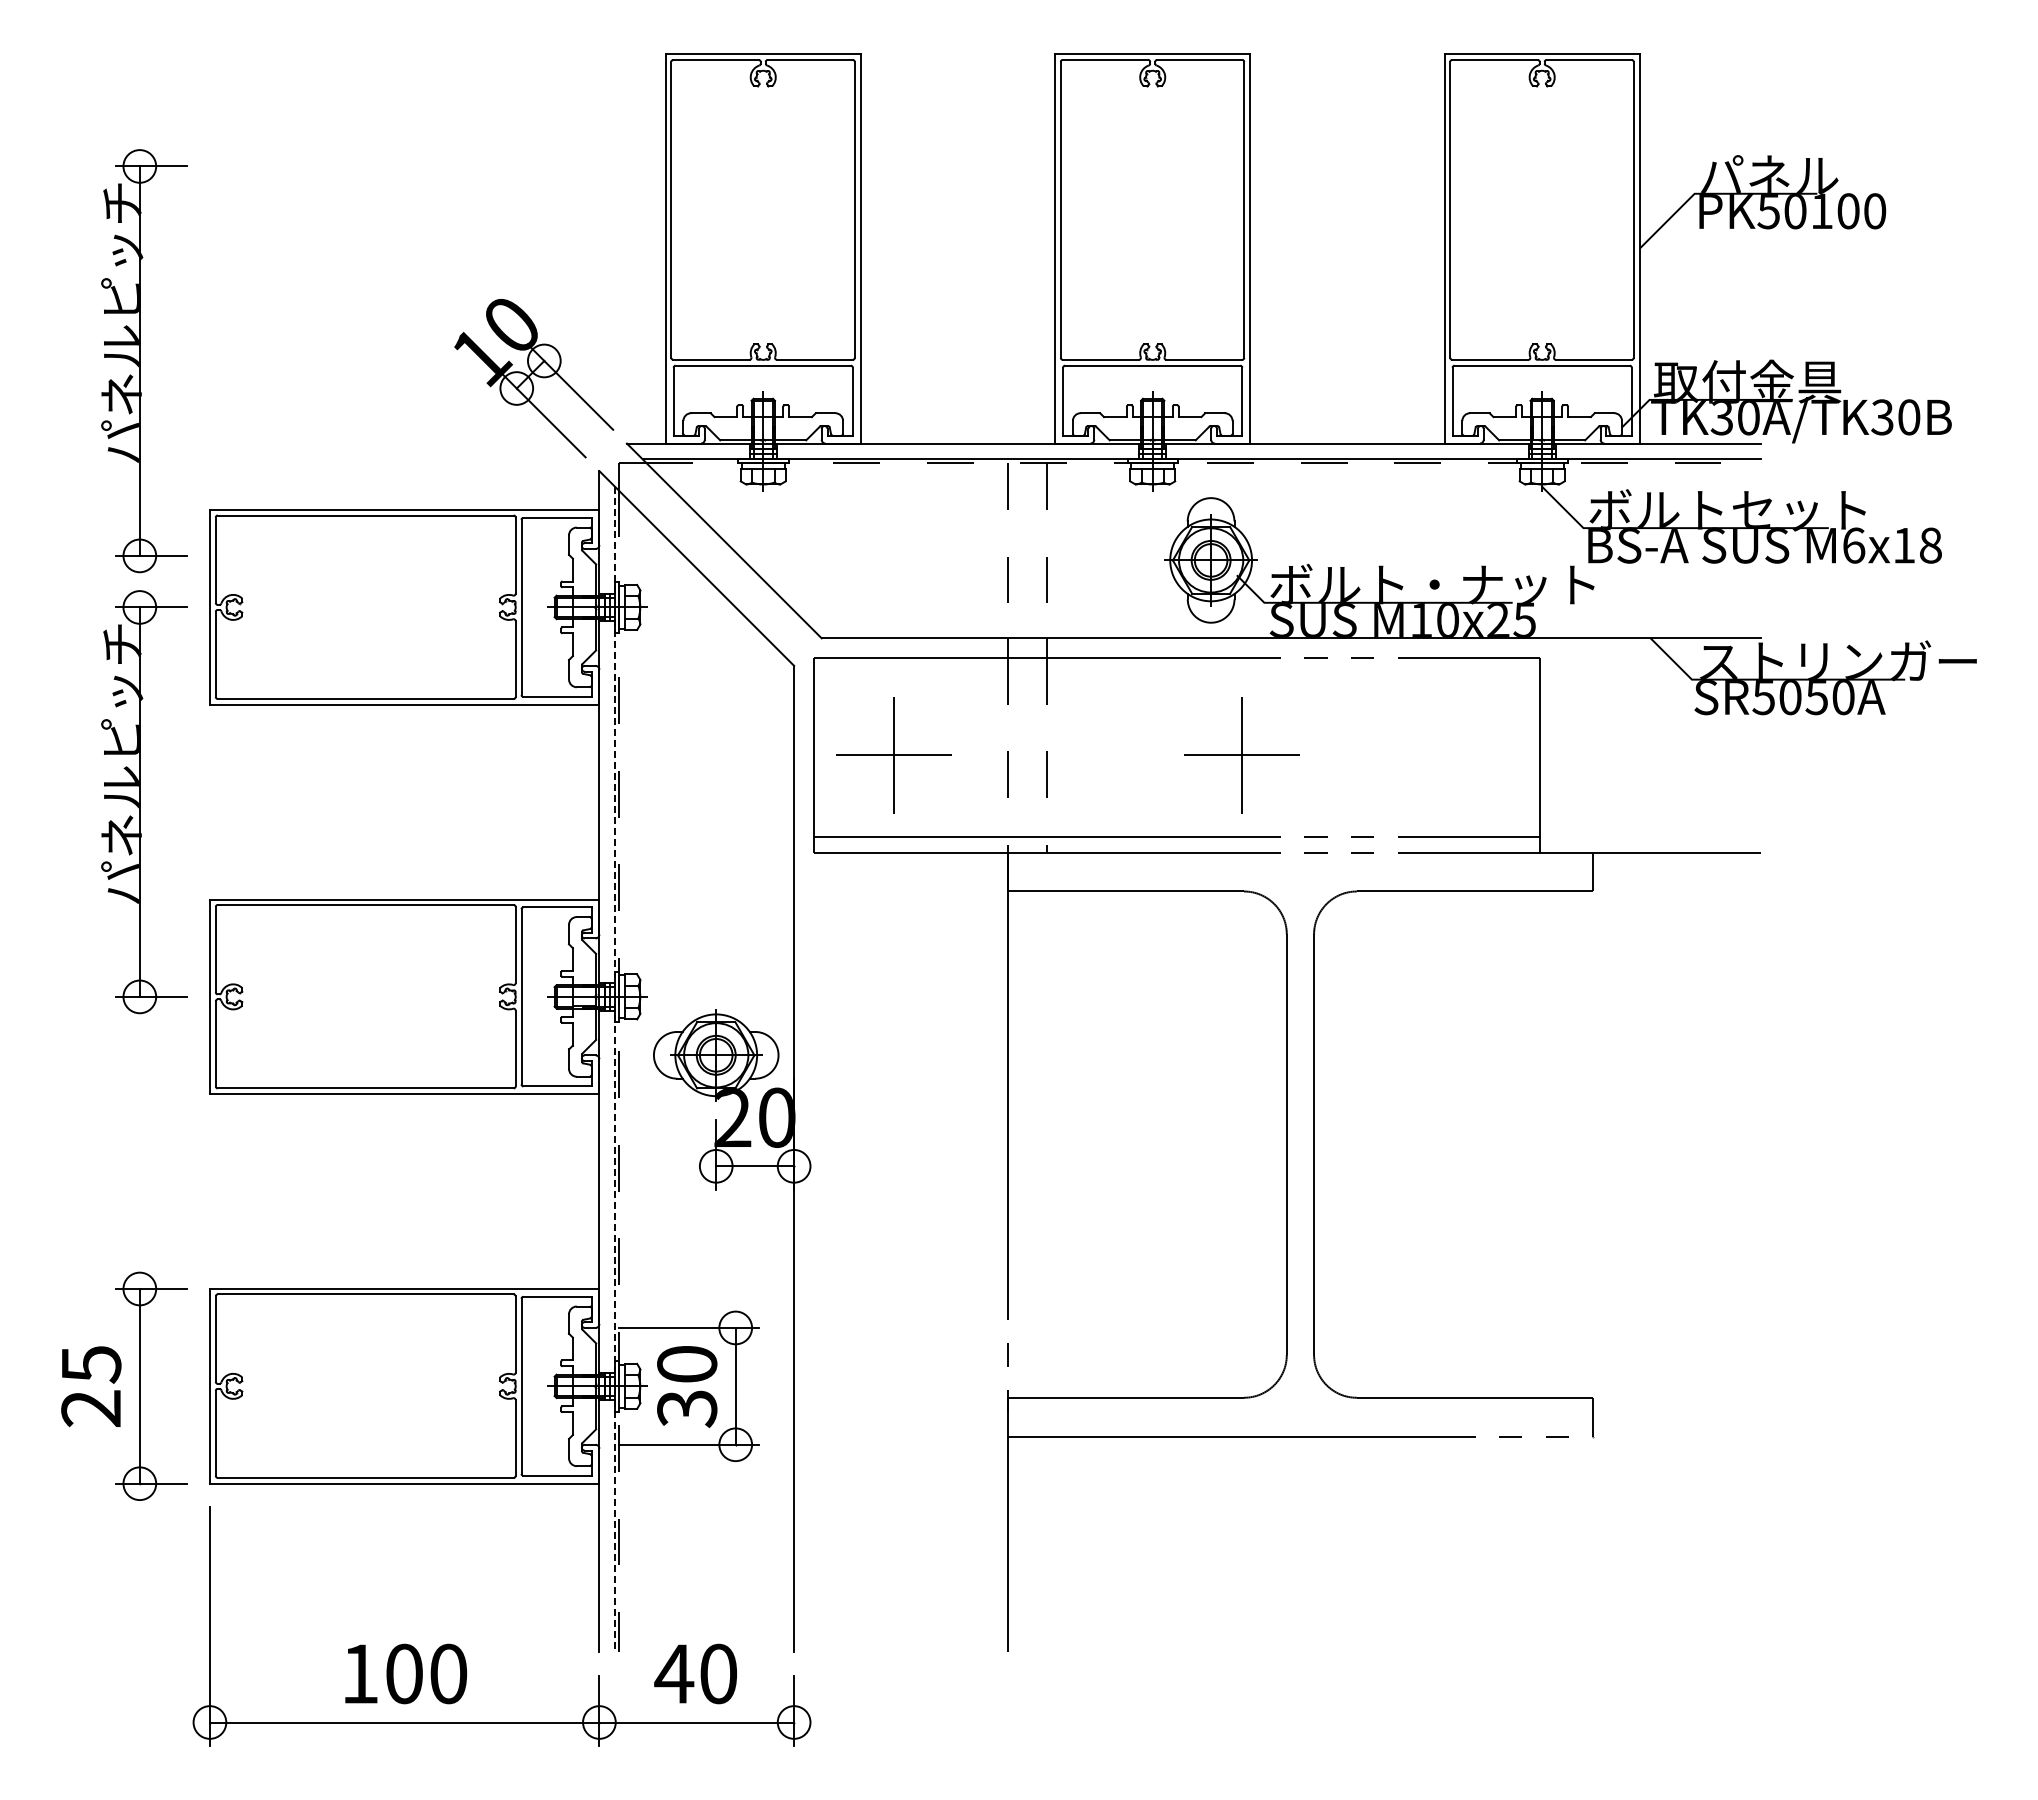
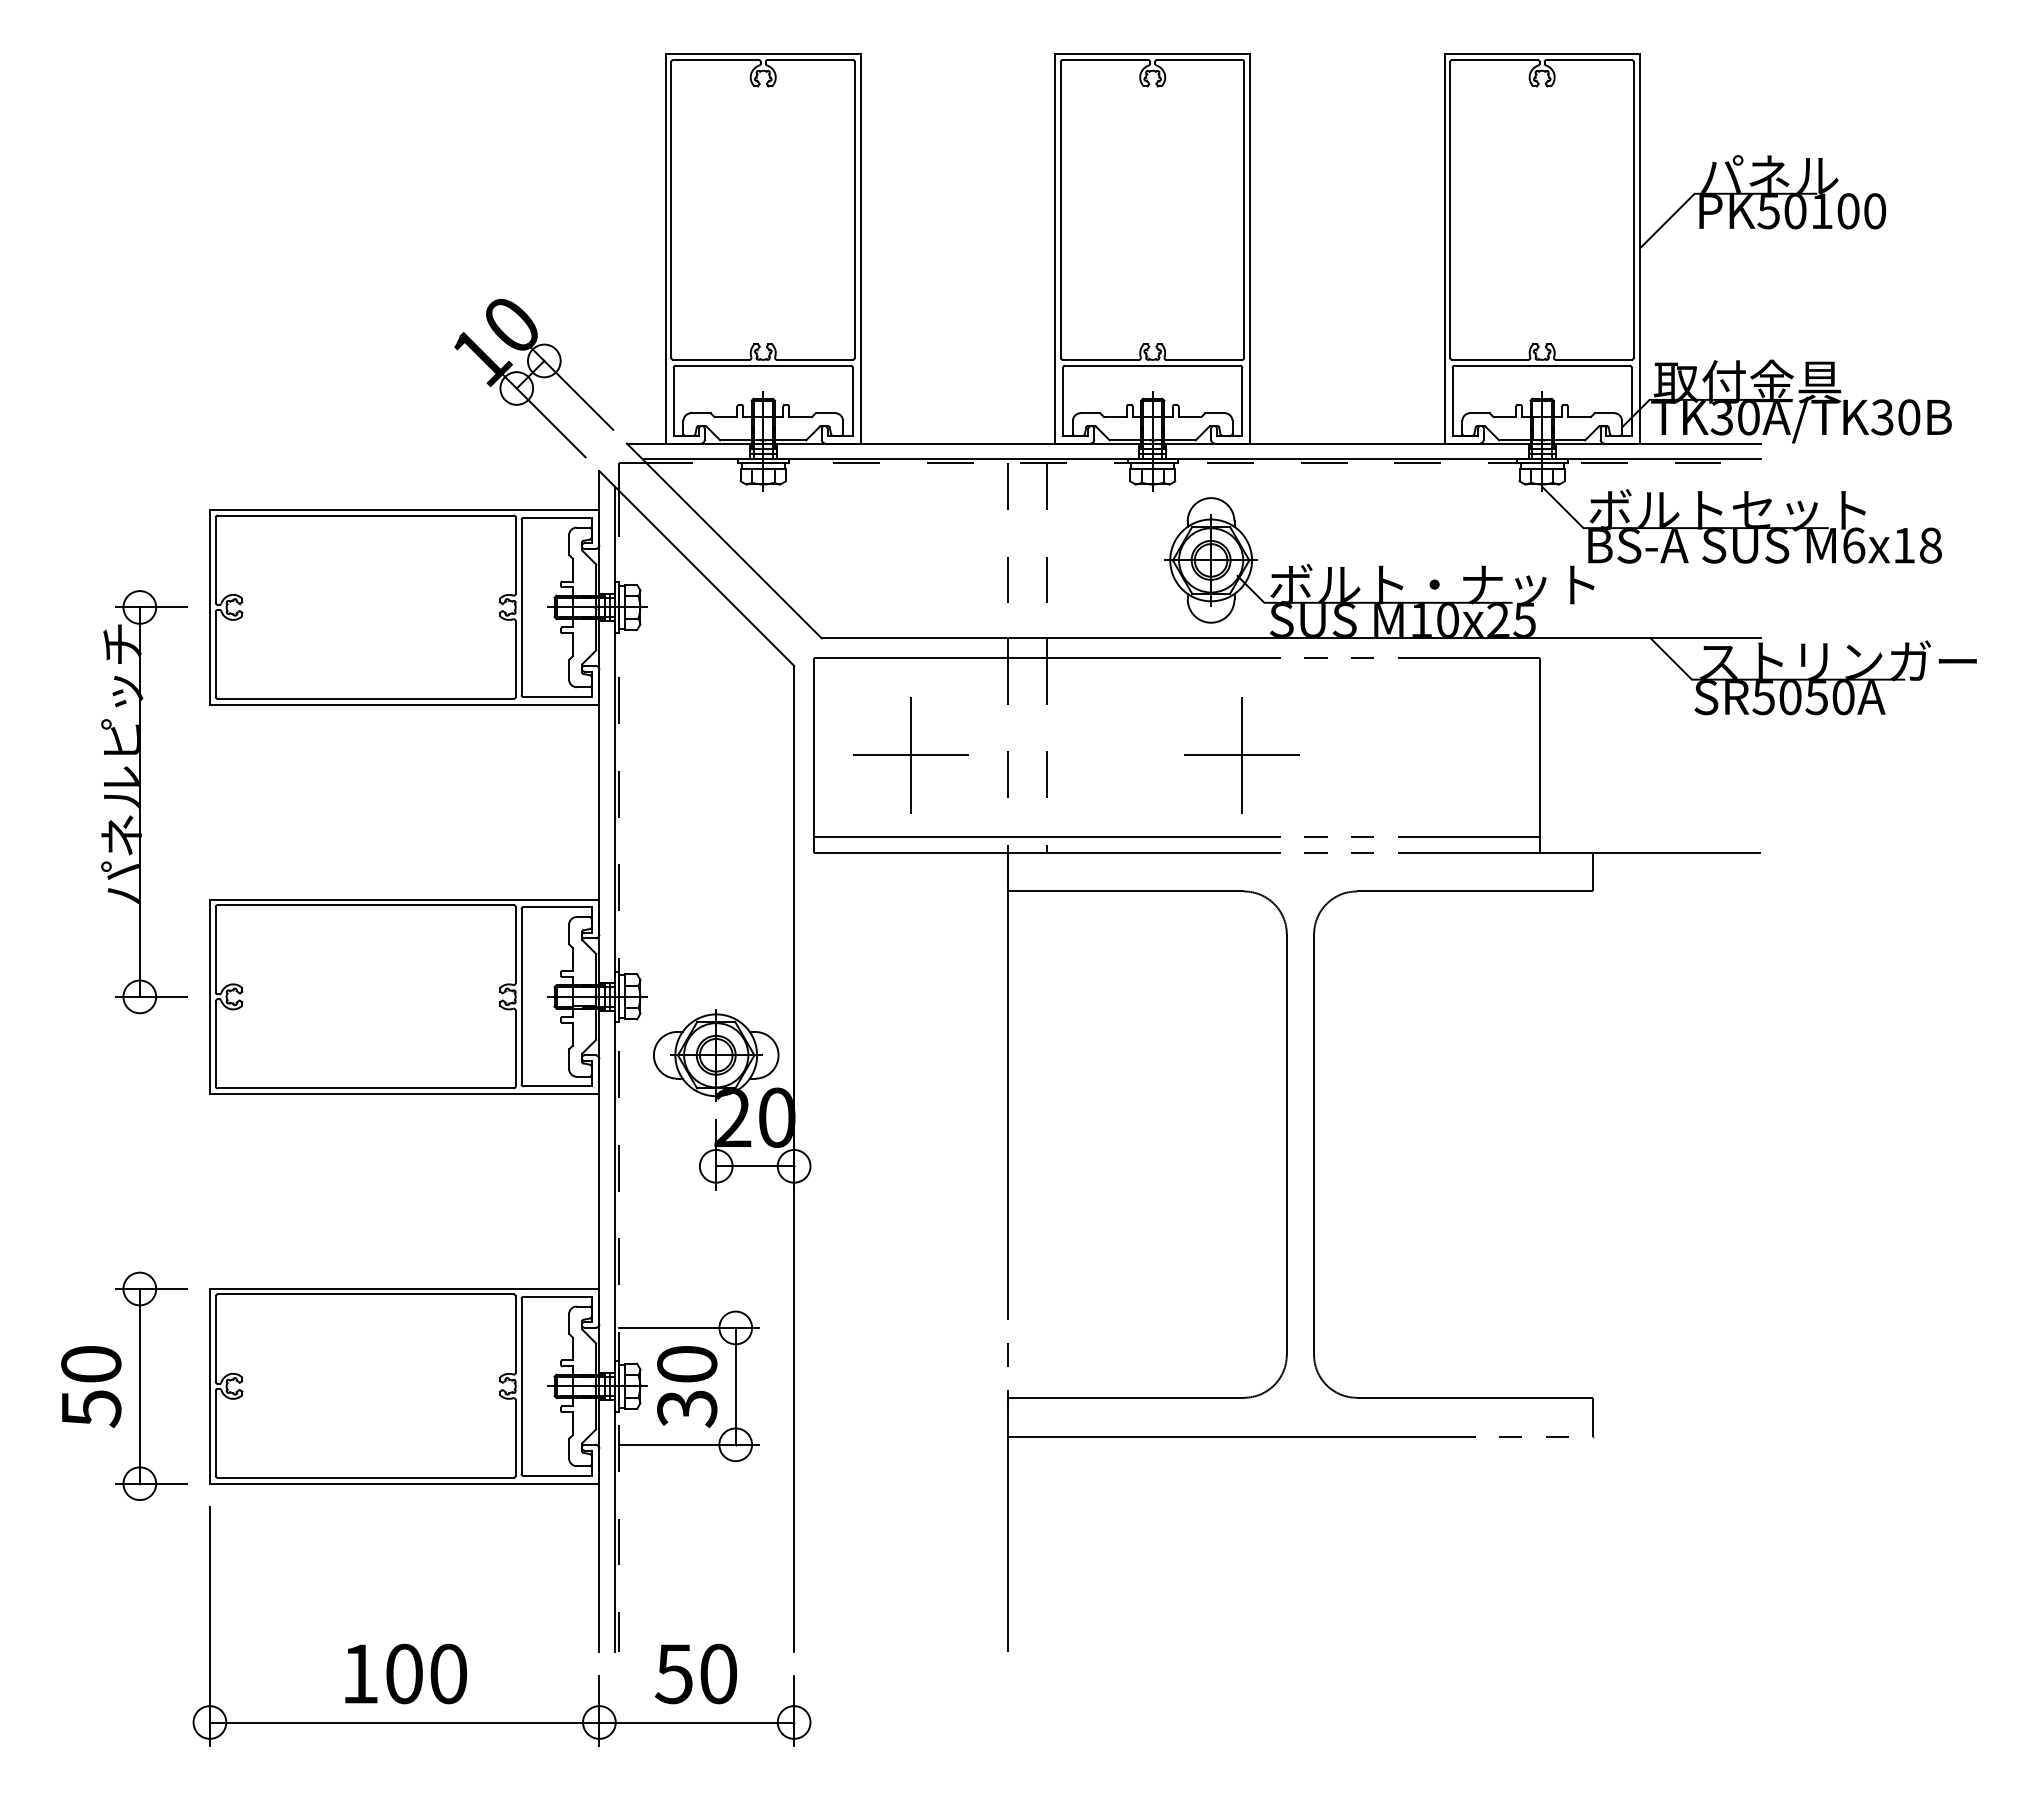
part at (144, 361): present -> none
part at (893, 755) position: (893, 755) -> (910, 755)
line at (614, 1069): dashed -> solid
text at (91, 1387): 25 -> 50
text at (674, 1674): 40 -> 50
